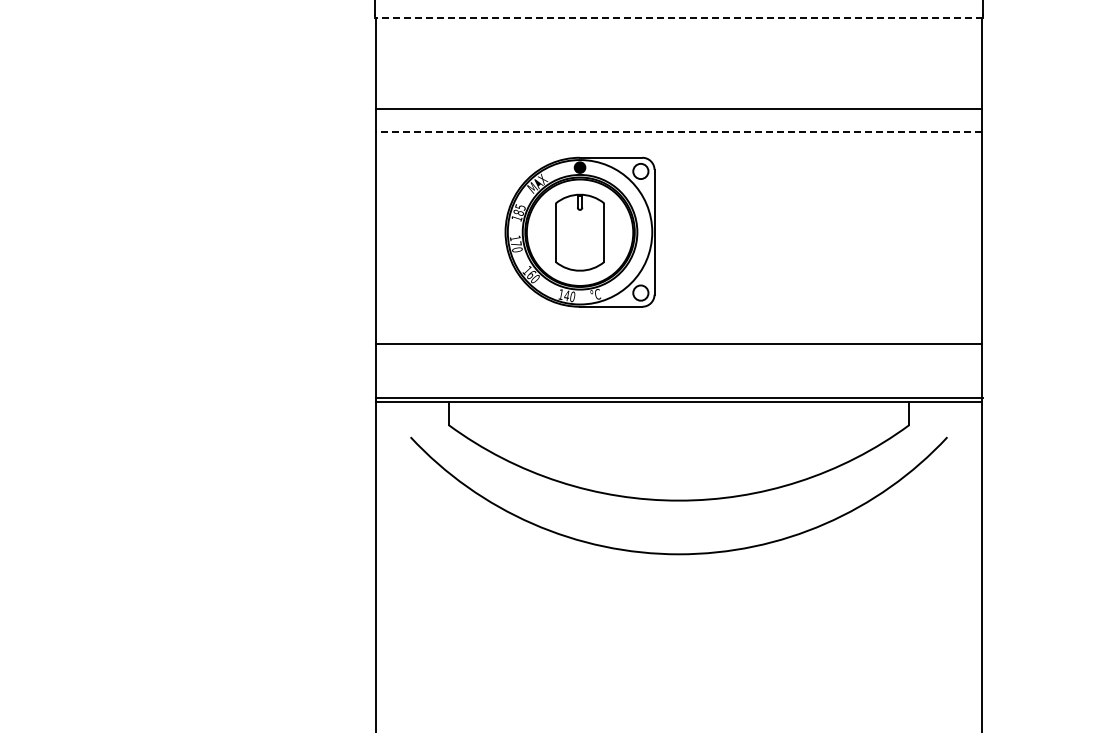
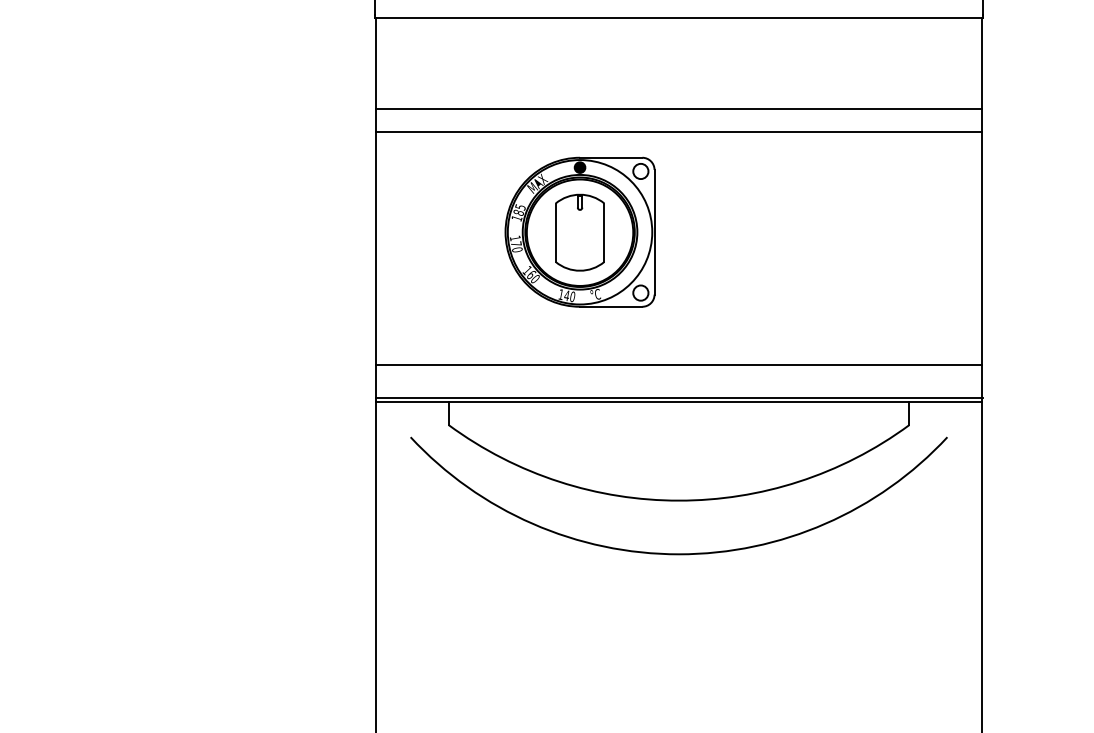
line at (678, 17): dashed -> solid
line at (678, 131): dashed -> solid
line at (678, 343) position: (678, 343) -> (678, 364)
